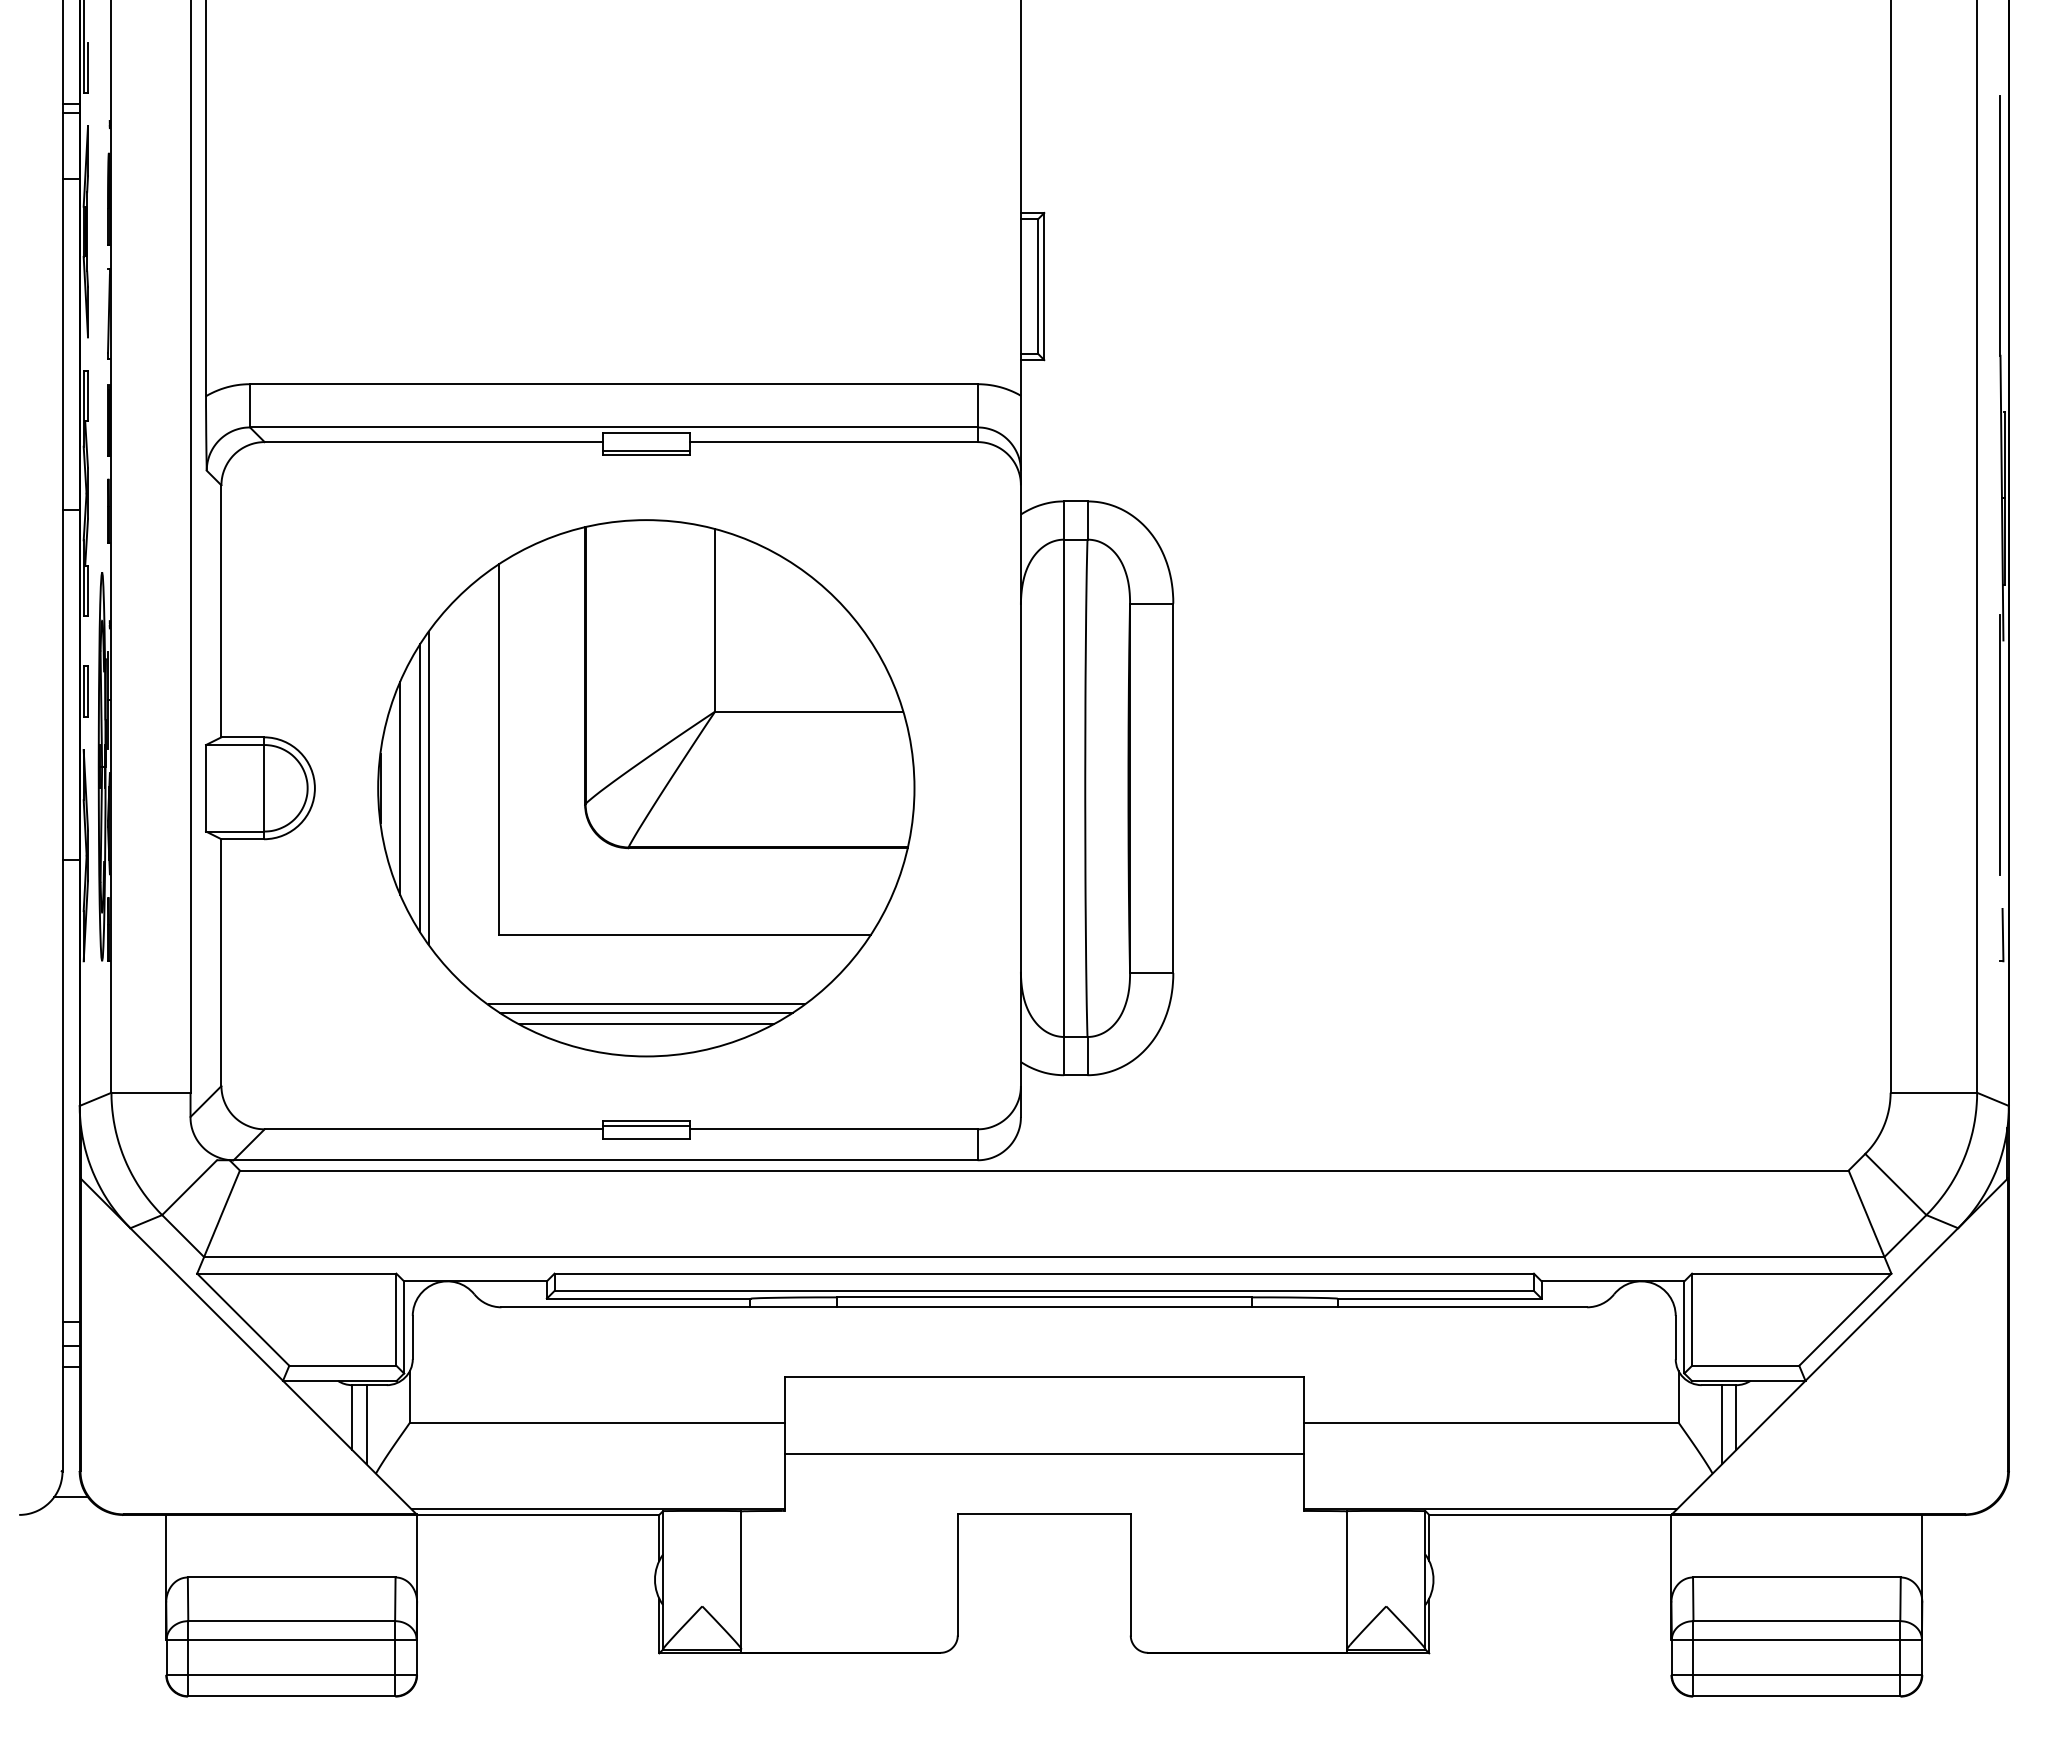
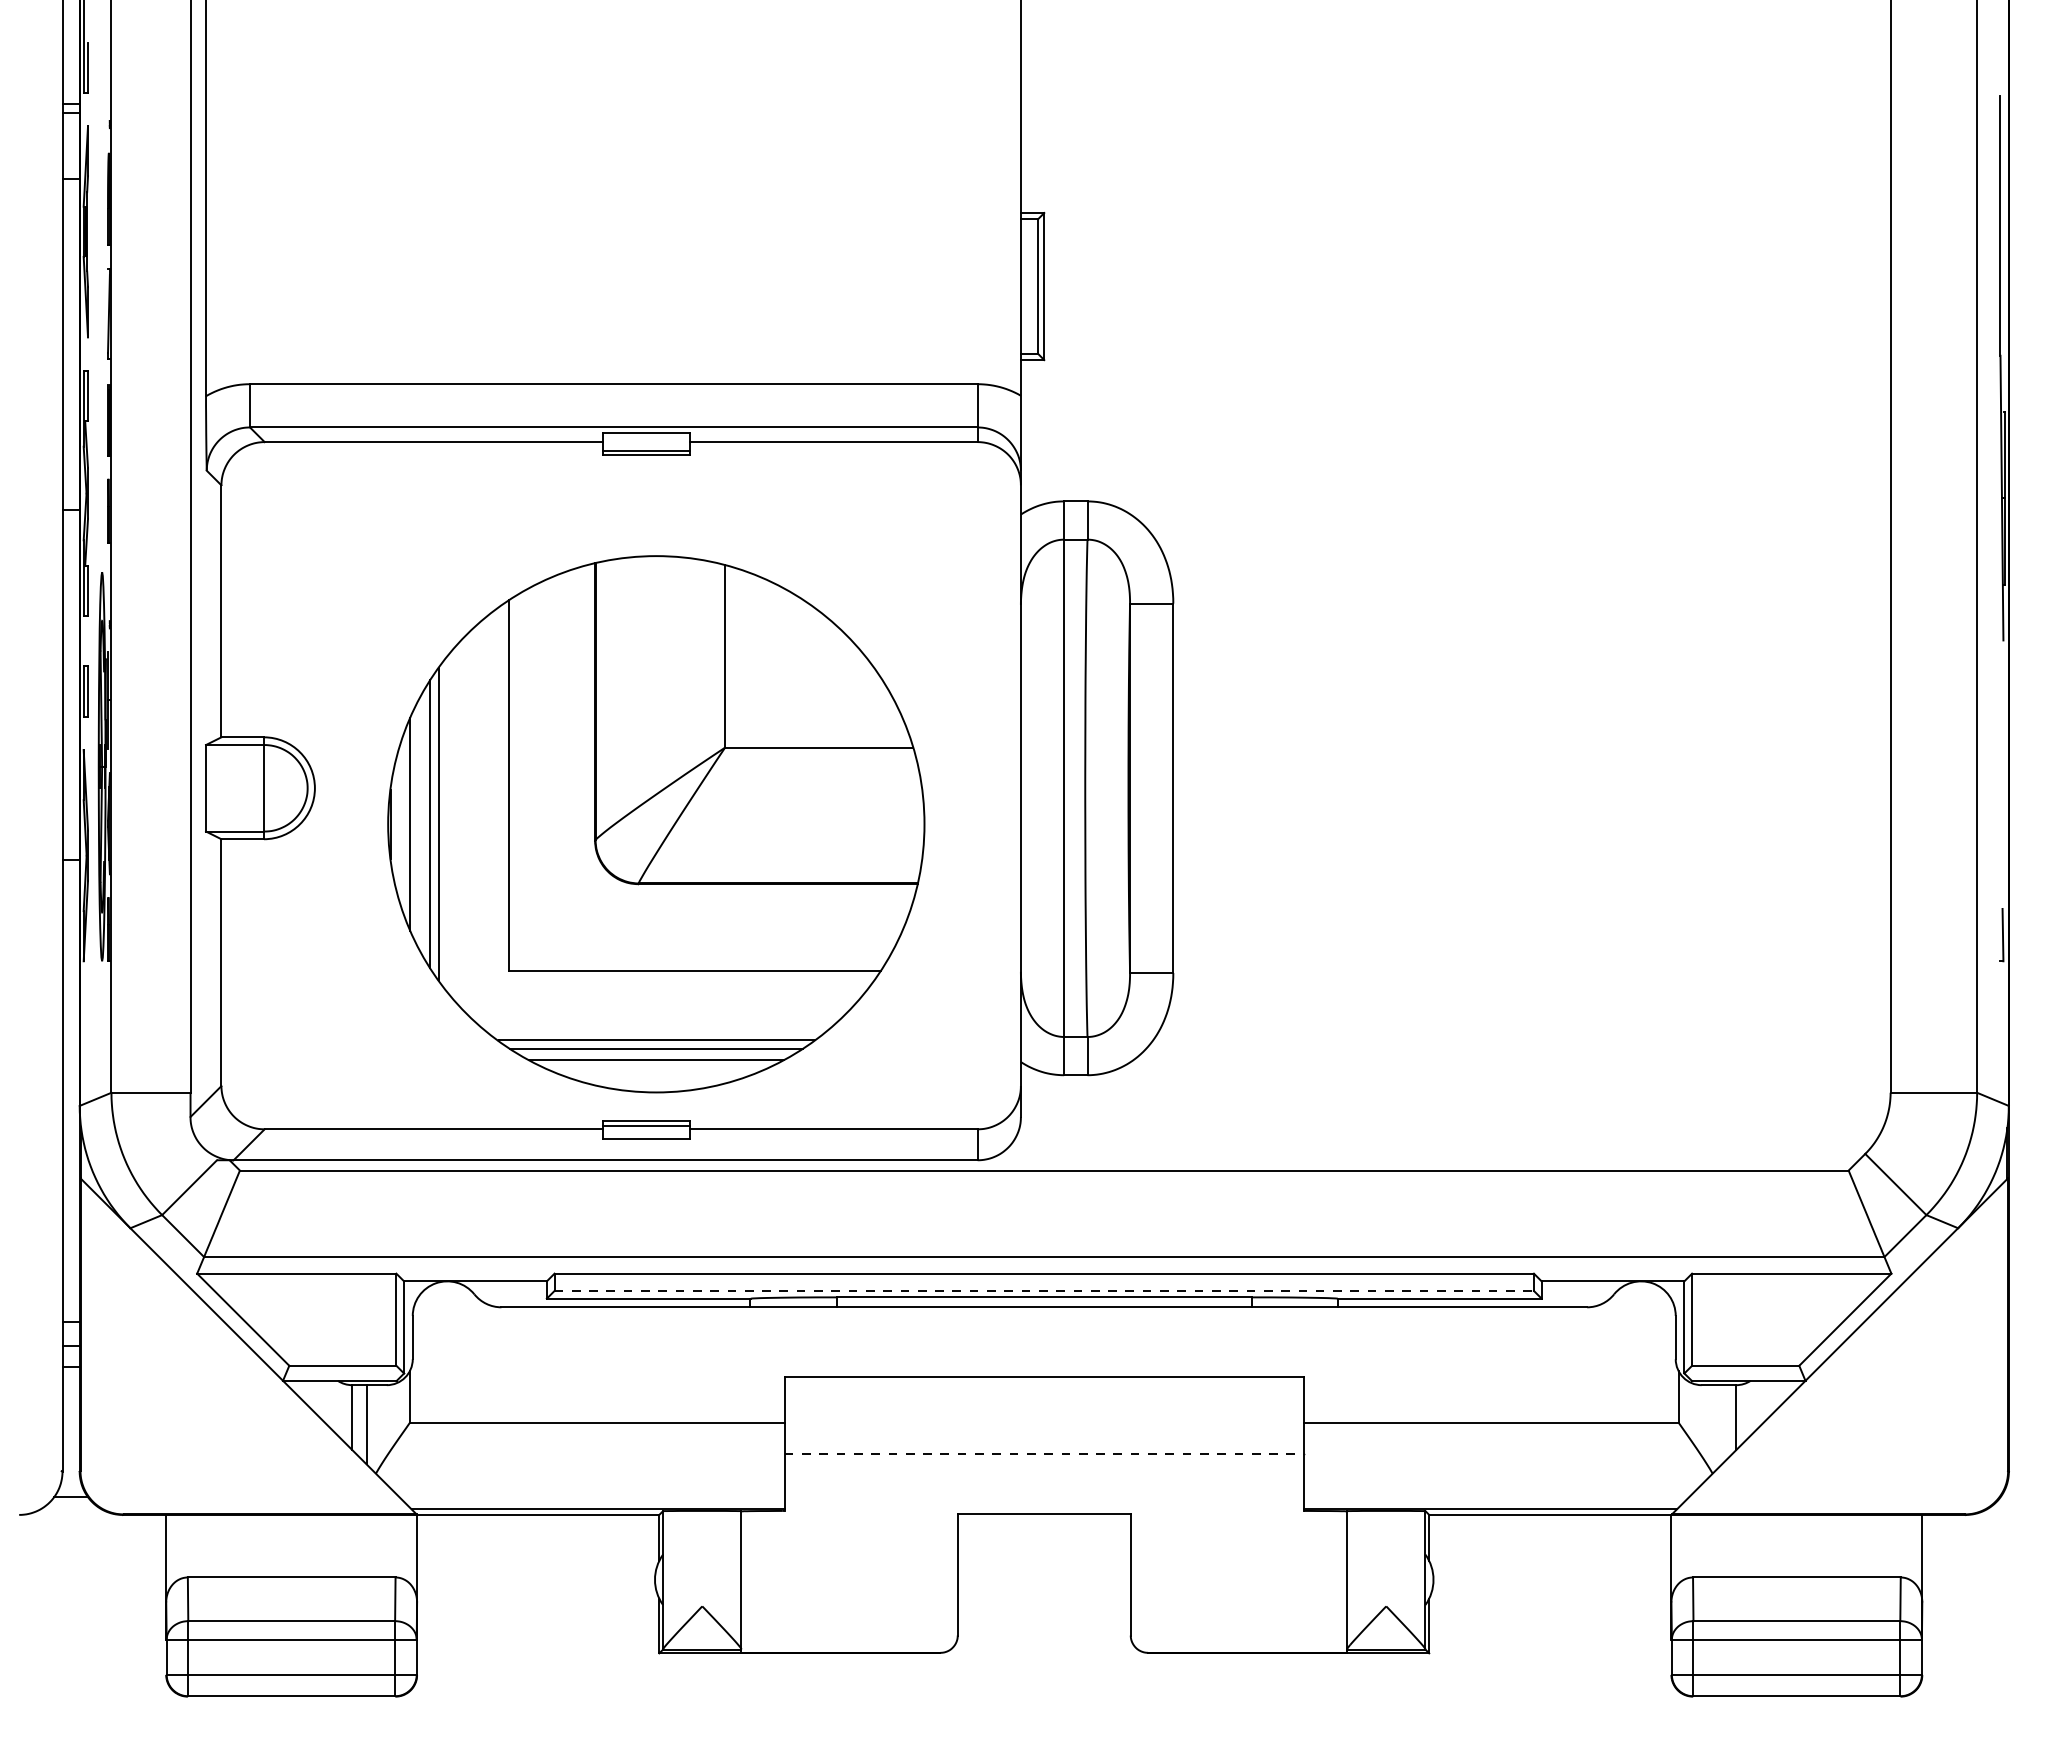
line at (2000, 744): present -> none
part at (646, 788) position: (646, 788) -> (656, 824)
line at (1044, 1290): solid -> dashed
line at (1721, 1424): present -> none
line at (1044, 1454): solid -> dashed
